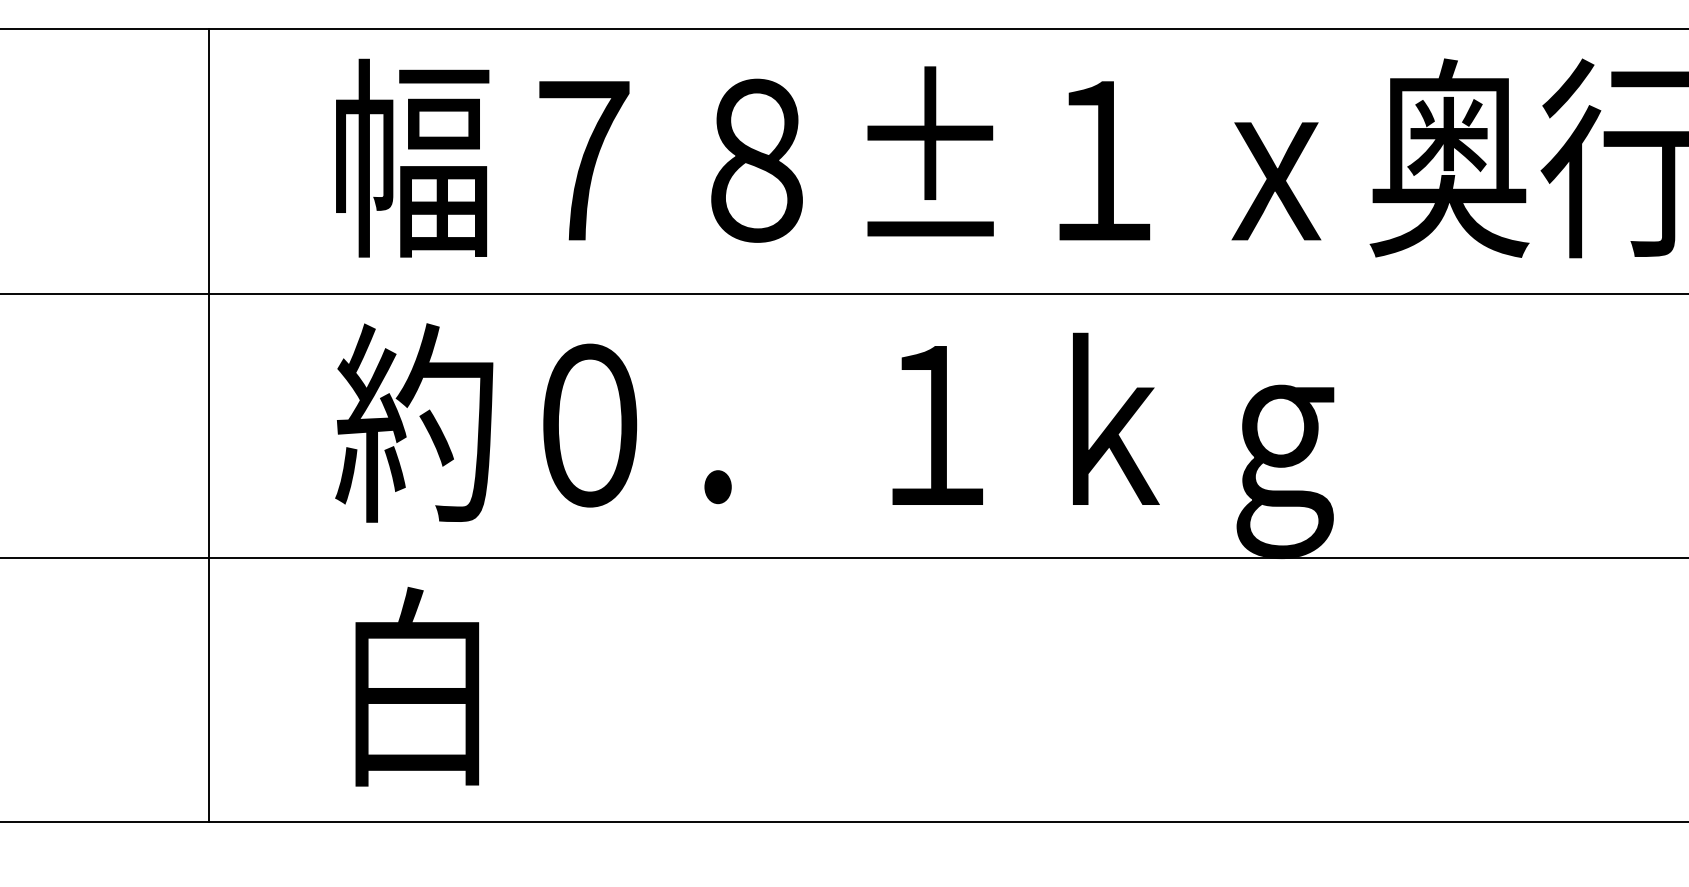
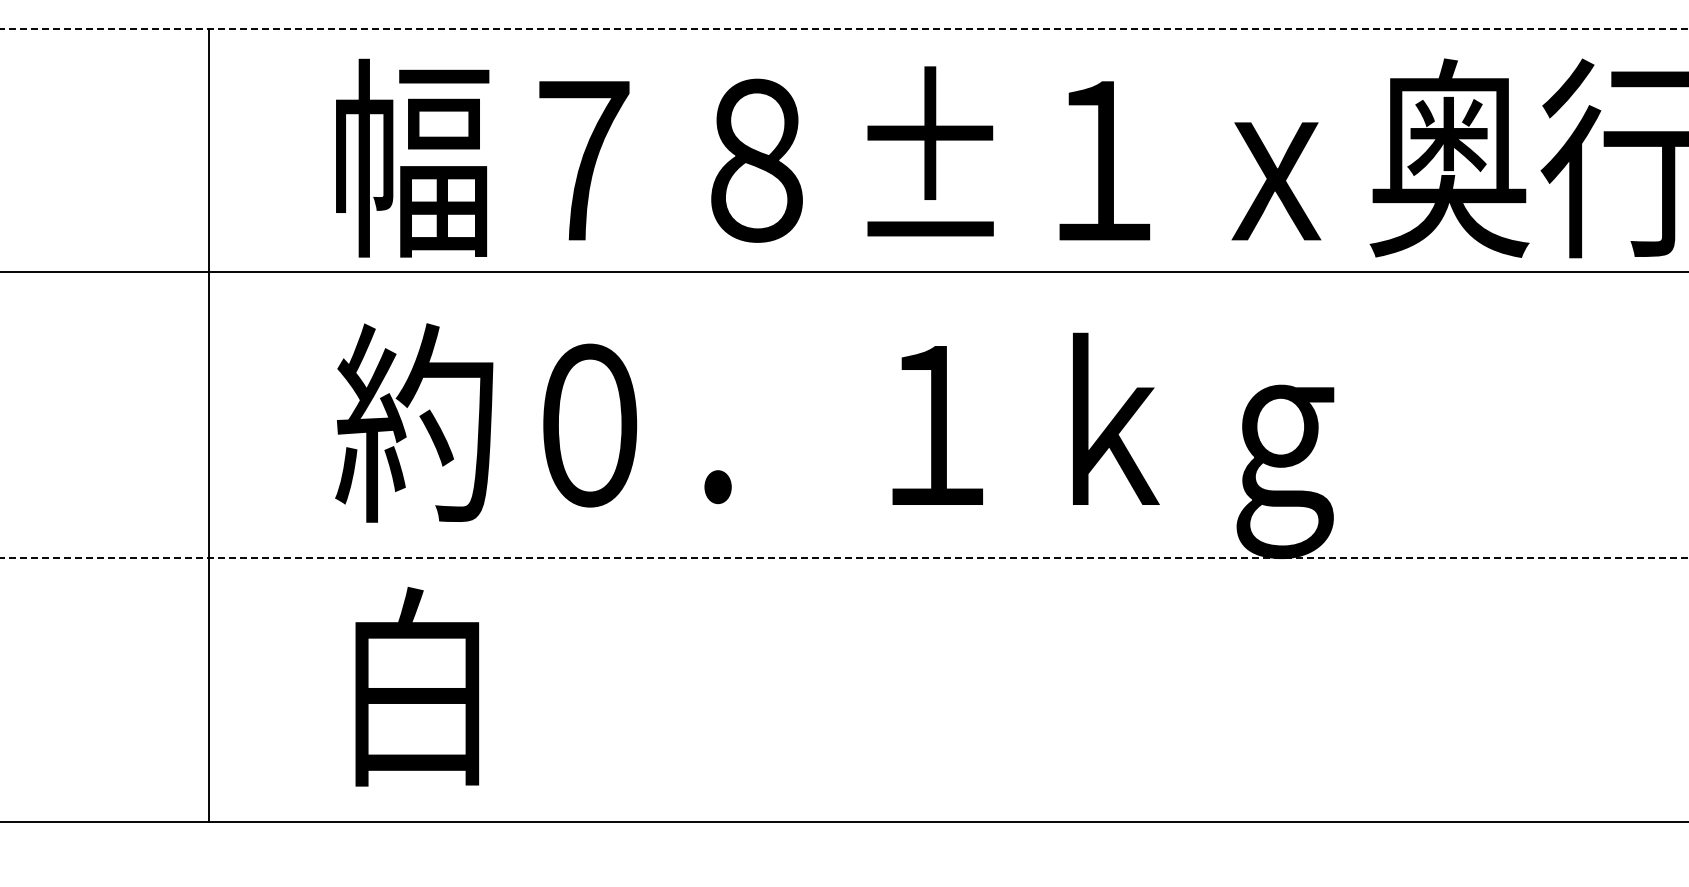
line at (844, 29): solid -> dashed
line at (843, 293) position: (843, 293) -> (843, 271)
line at (844, 557): solid -> dashed
